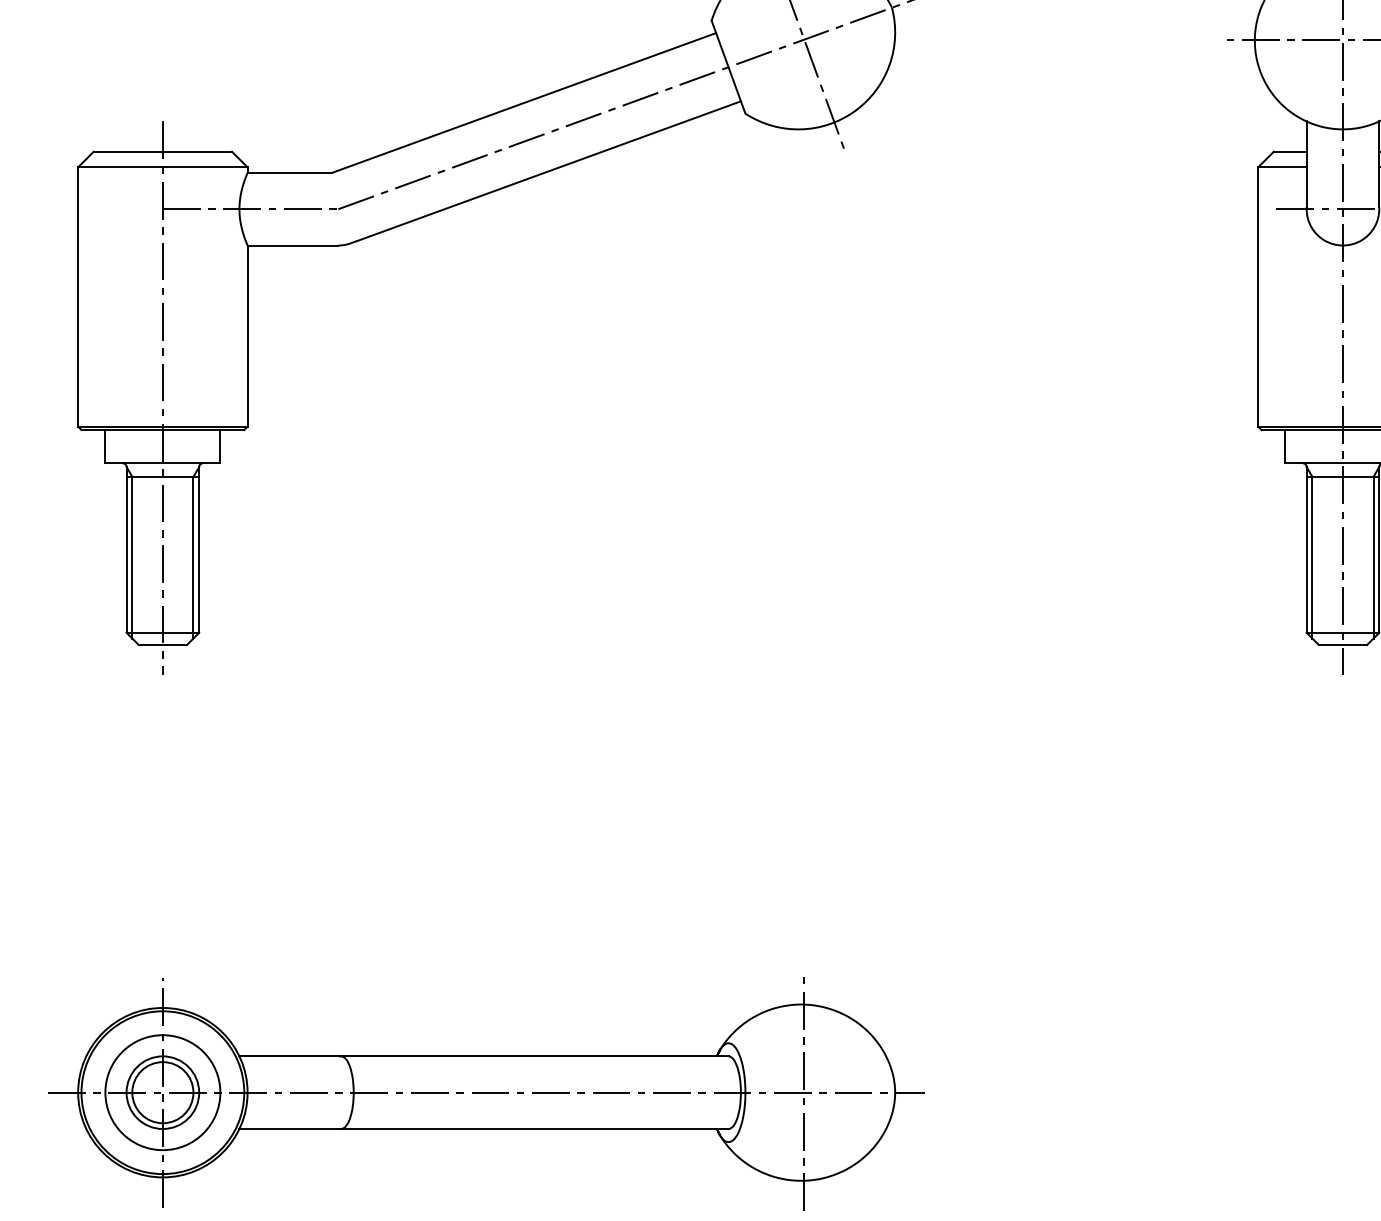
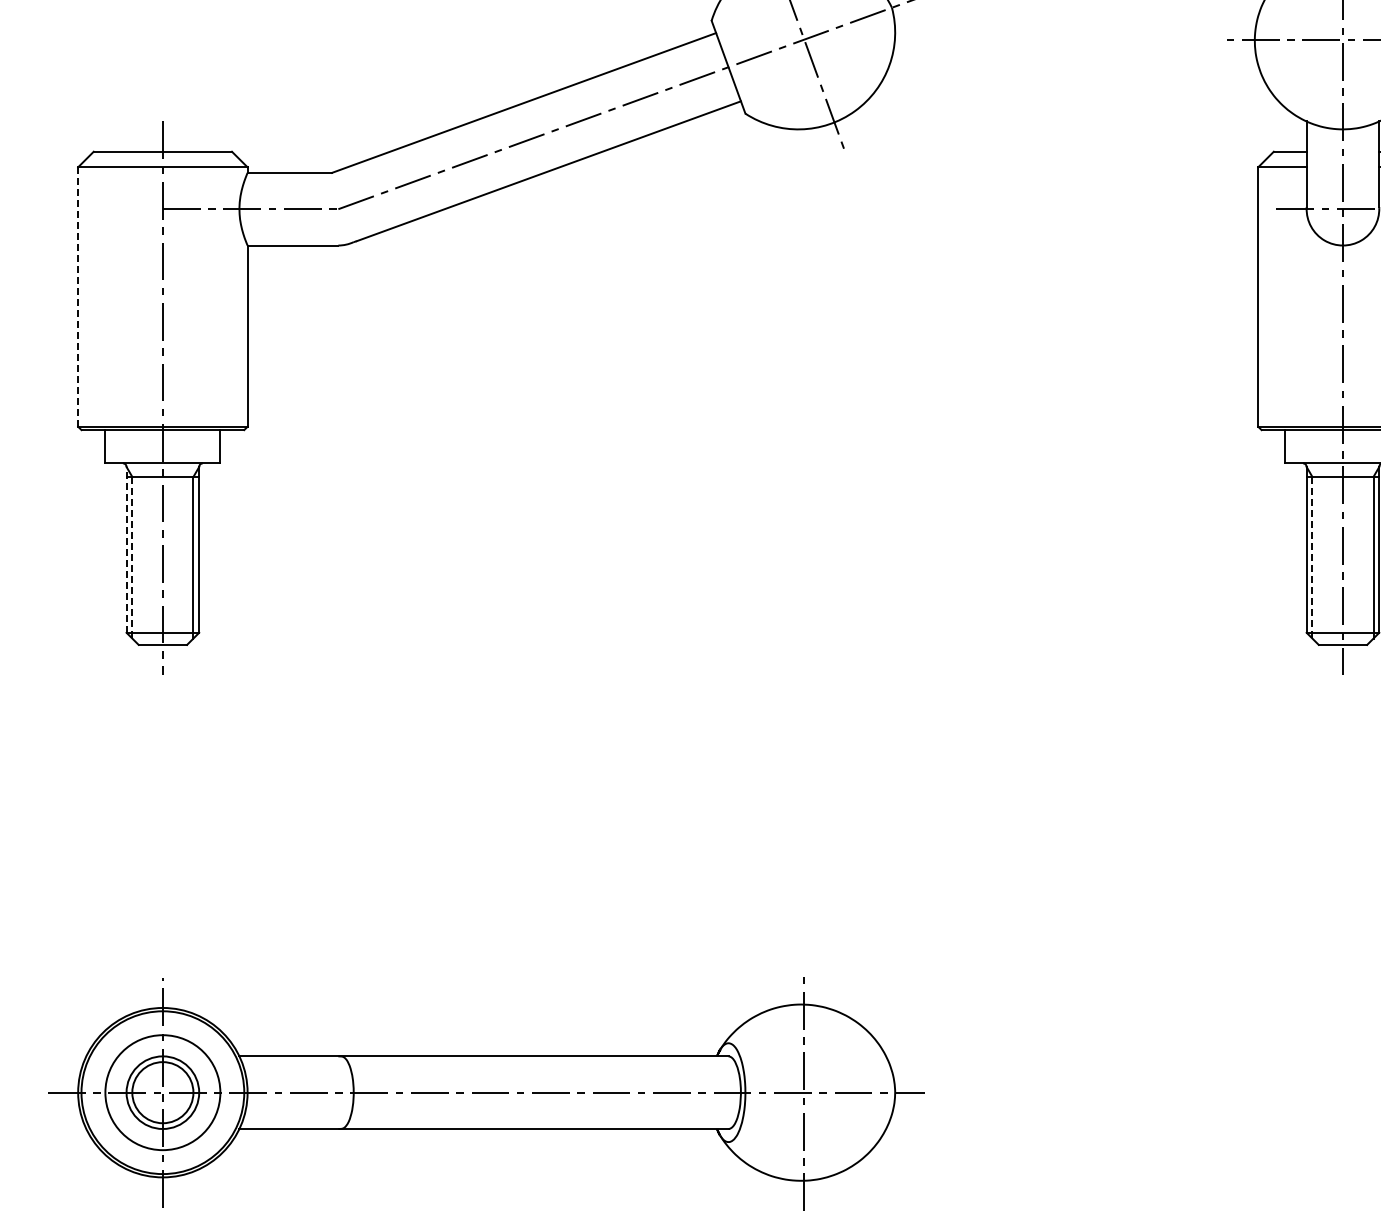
line at (78, 297): solid -> dashed
line at (126, 549): solid -> dashed
line at (132, 557): solid -> dashed
line at (1312, 557): solid -> dashed
